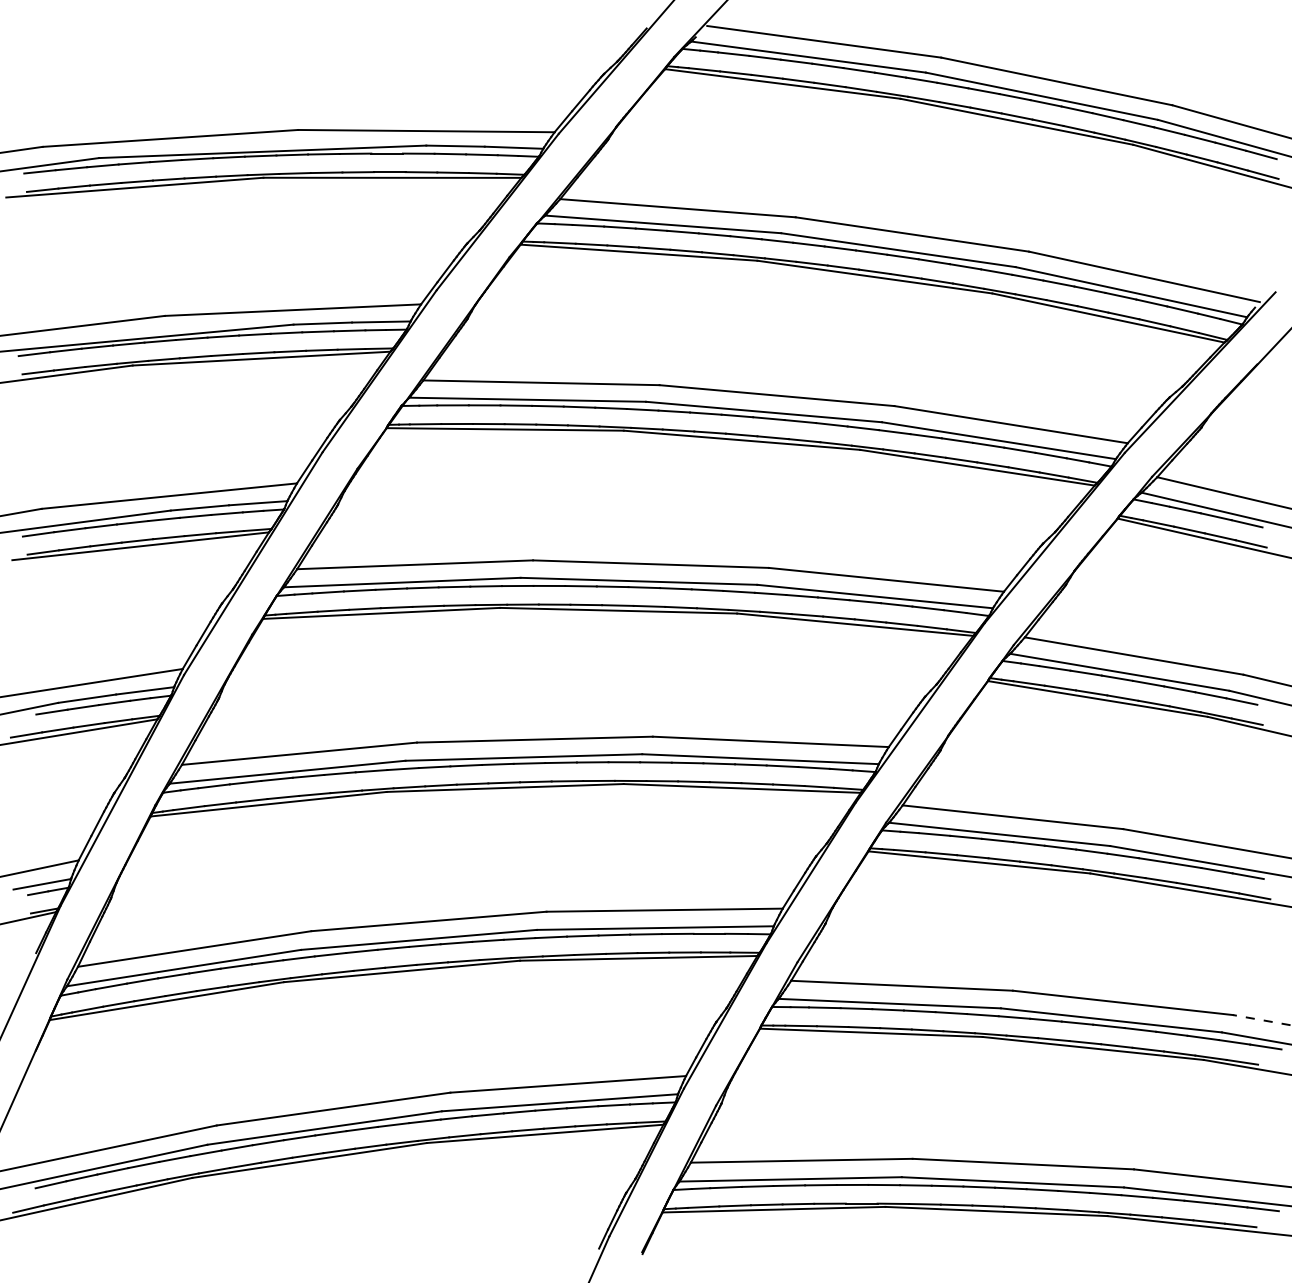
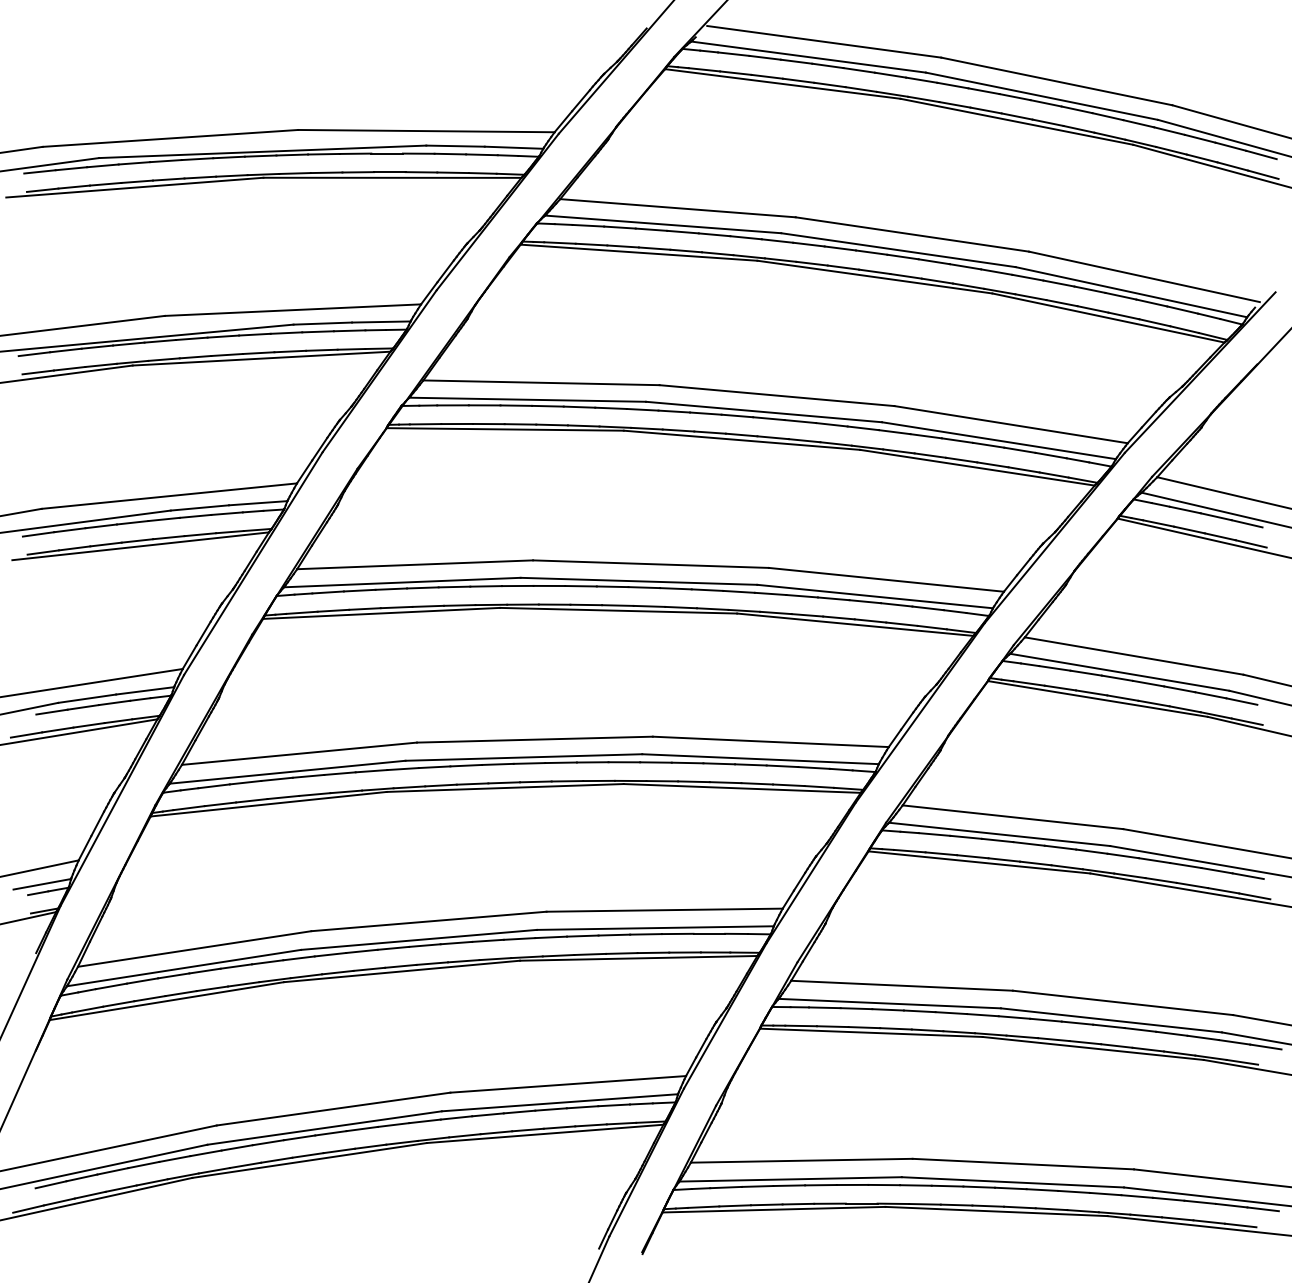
line at (1261, 1020): dashed -> solid
